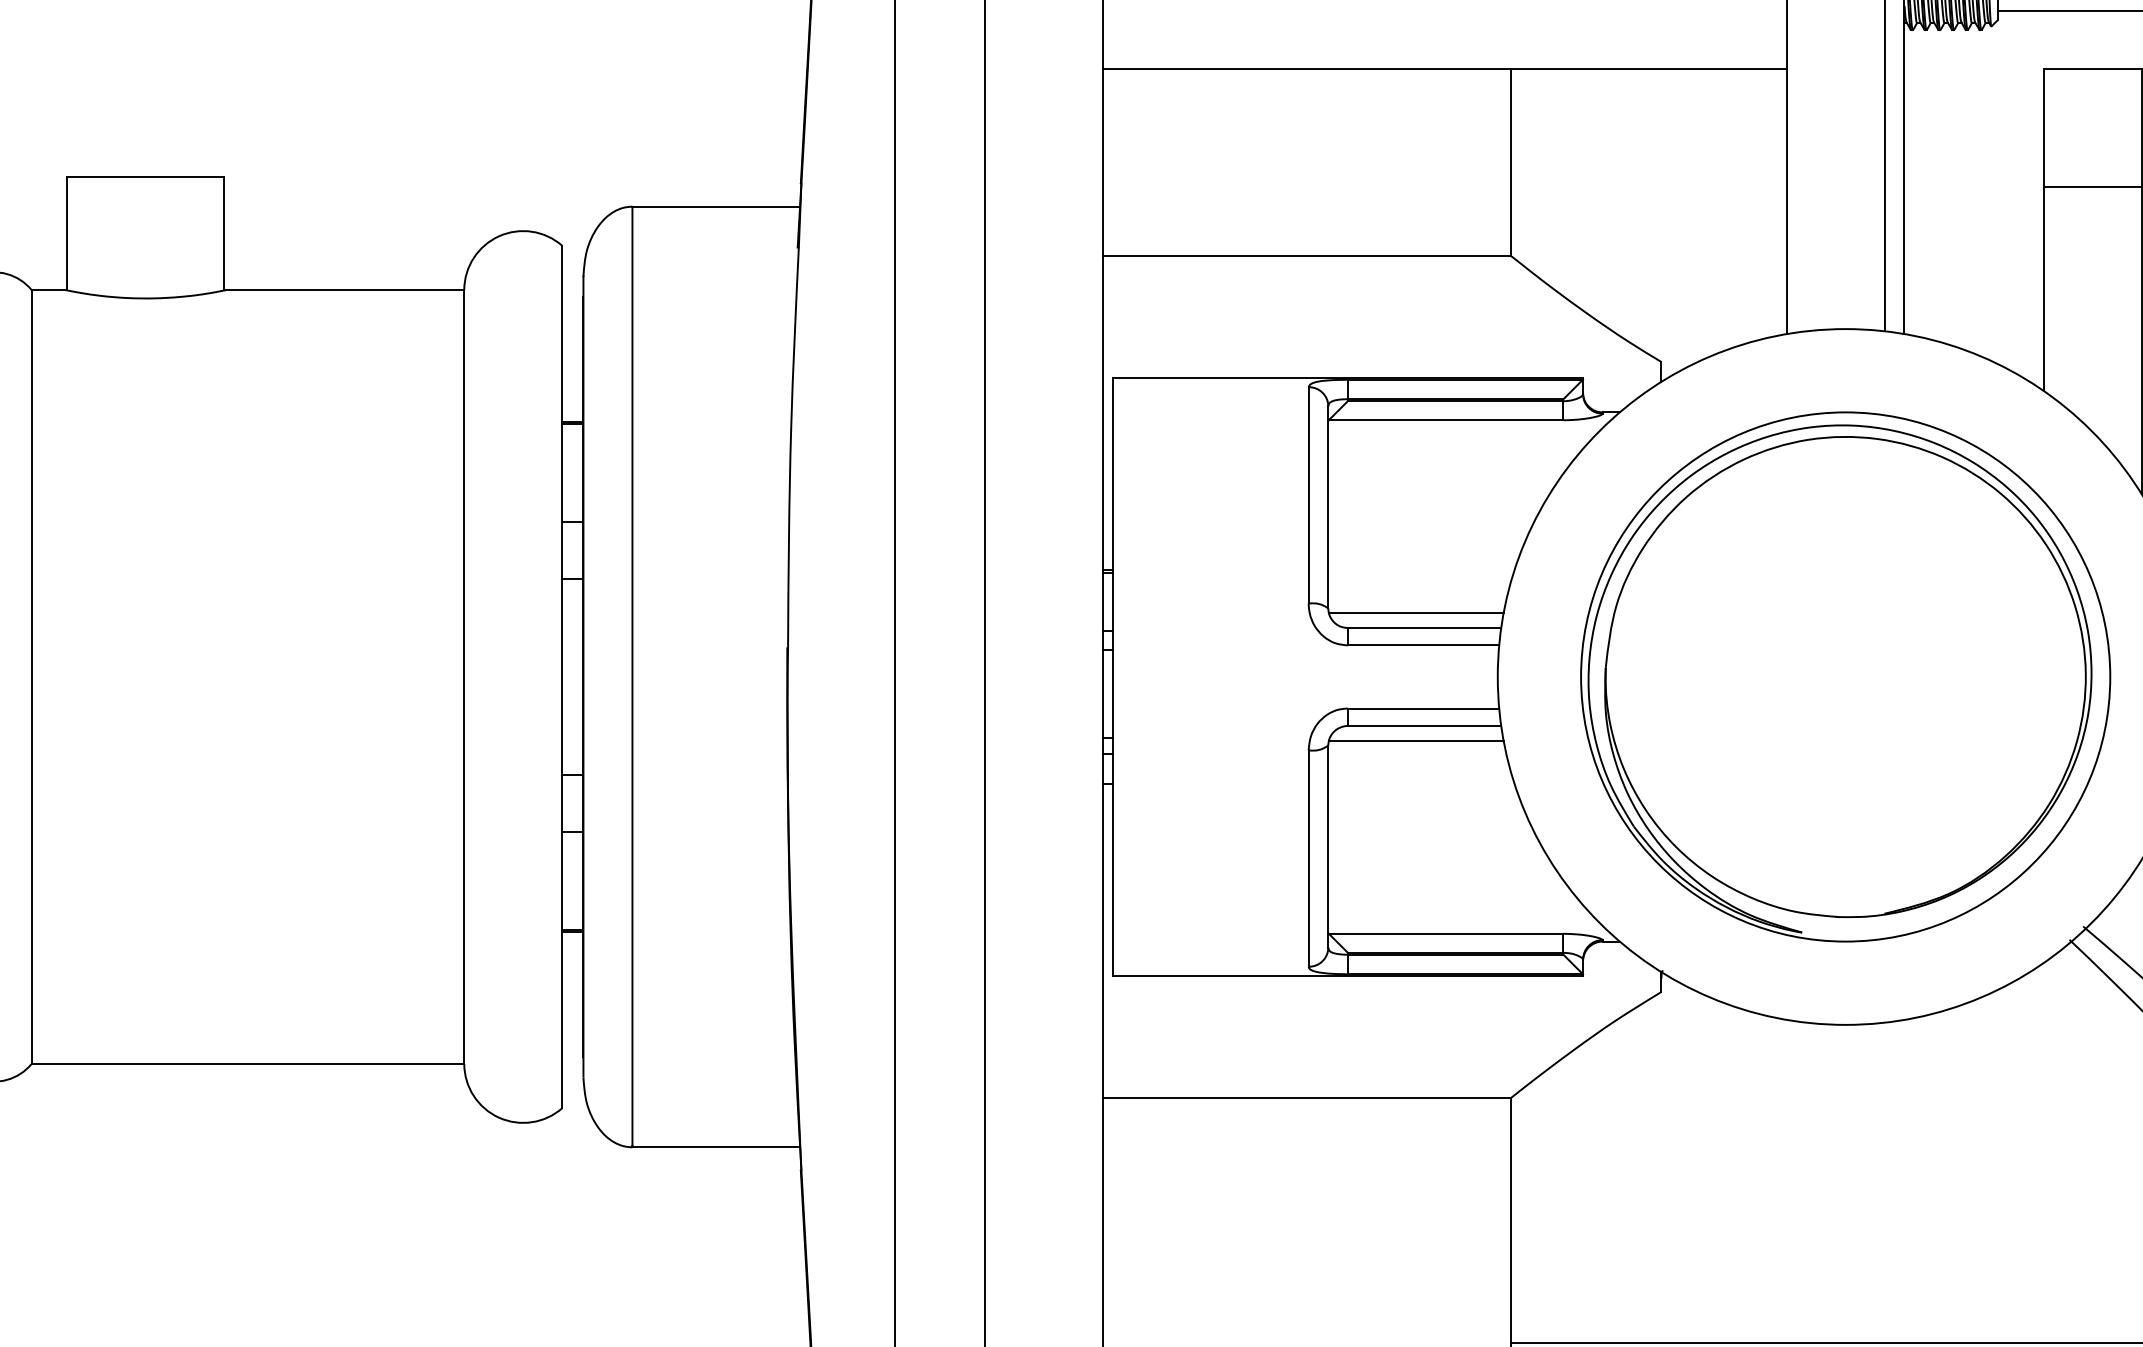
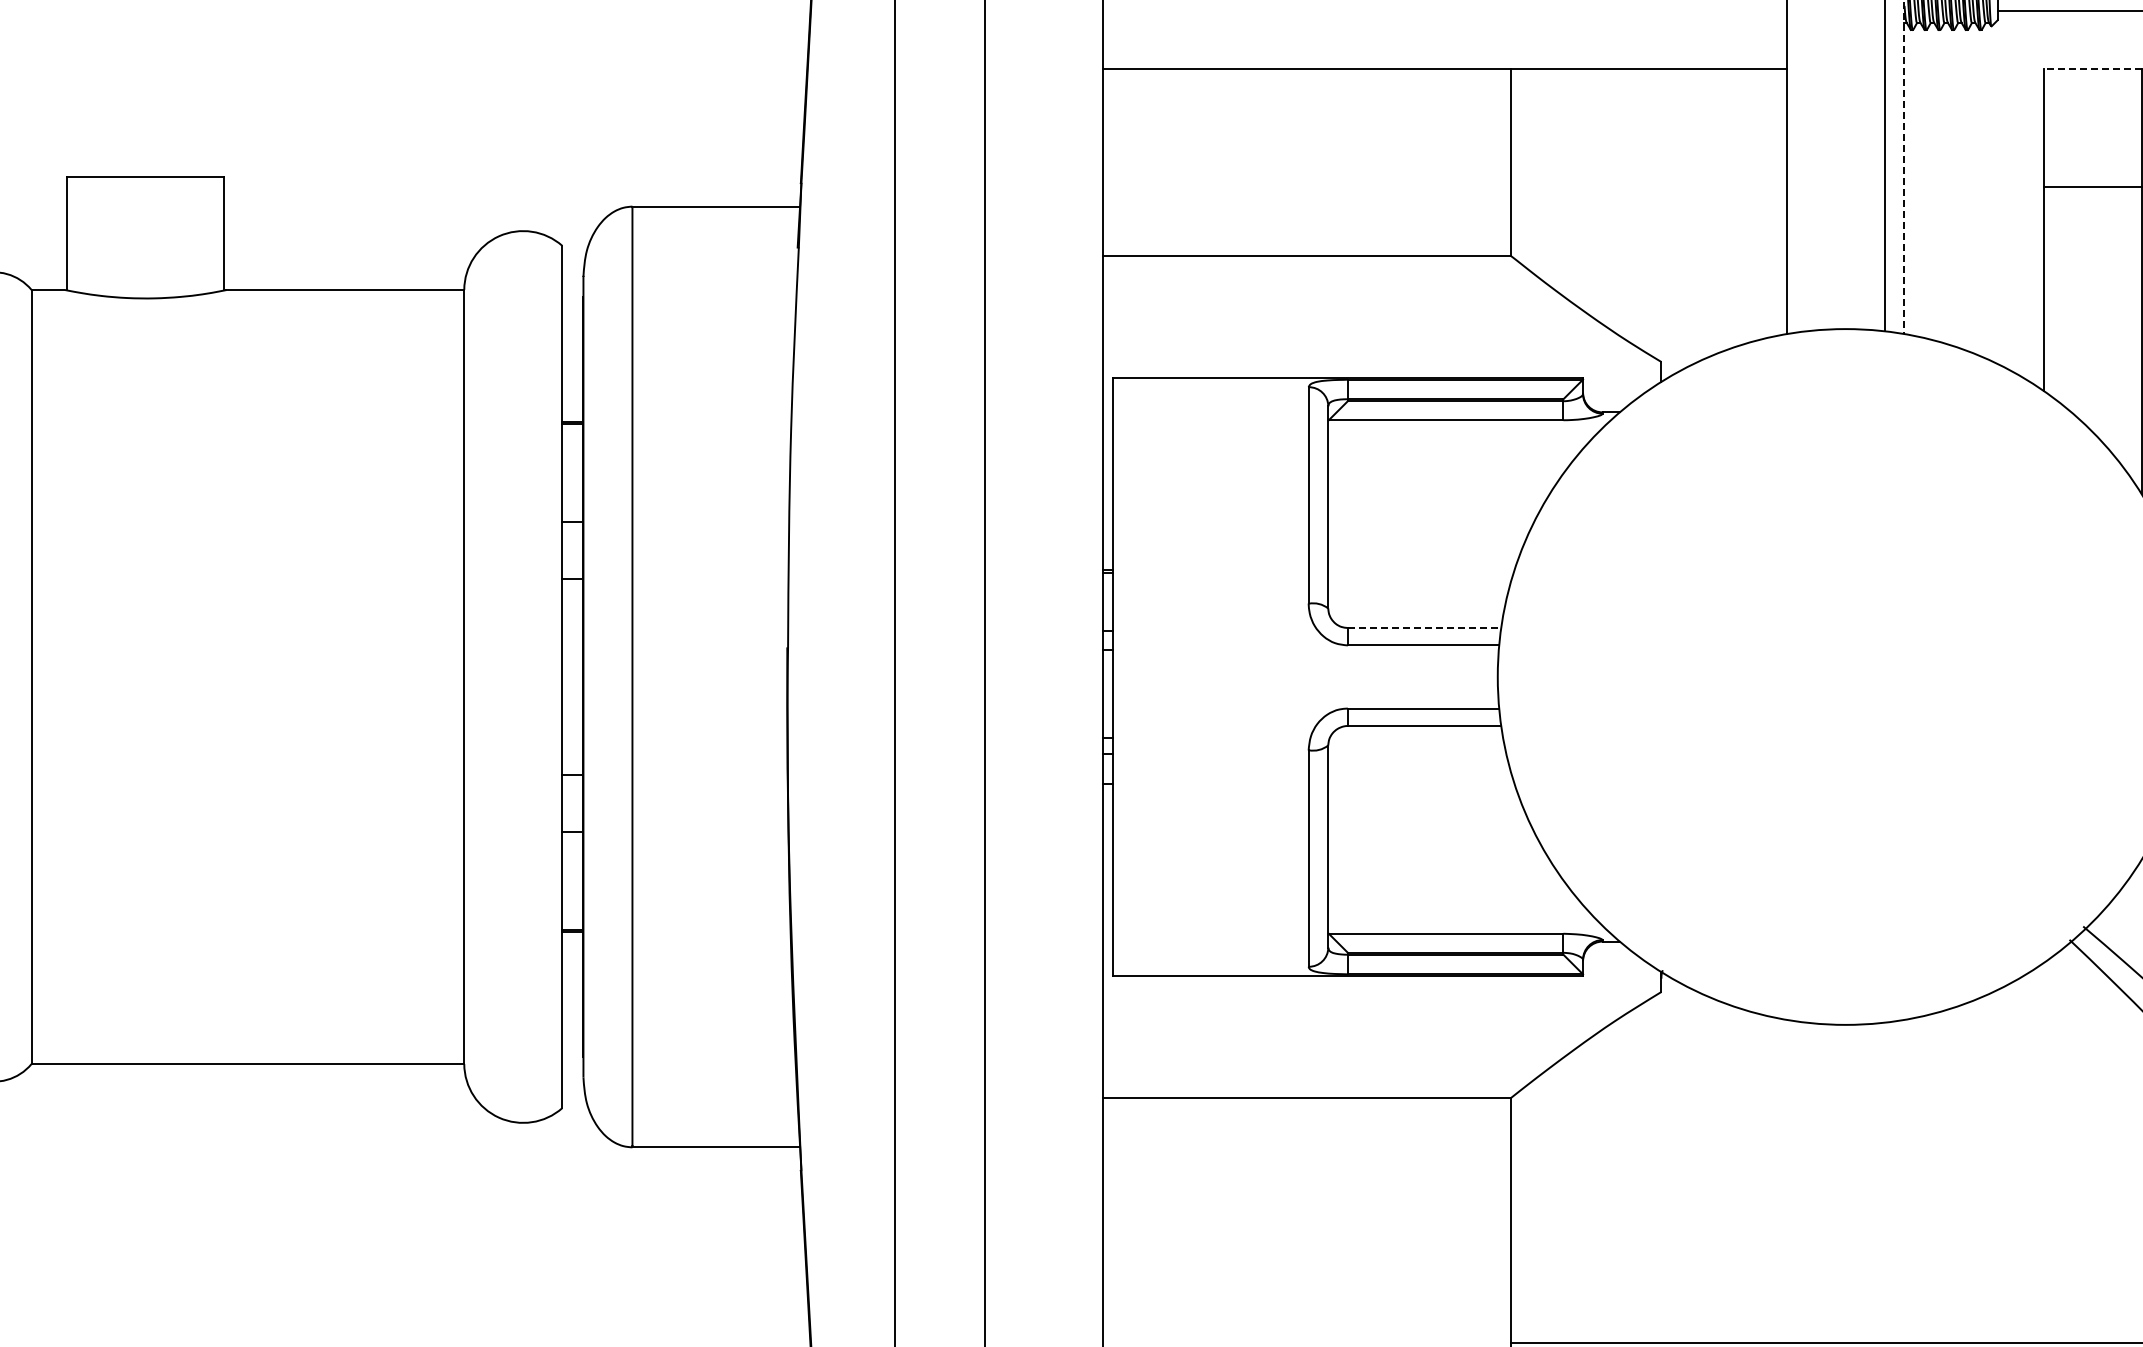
line at (2092, 69): solid -> dashed
line at (1904, 167): solid -> dashed
line at (1415, 613): present -> none
line at (1424, 628): solid -> dashed
part at (1845, 676): present -> none
line at (1415, 740): present -> none
